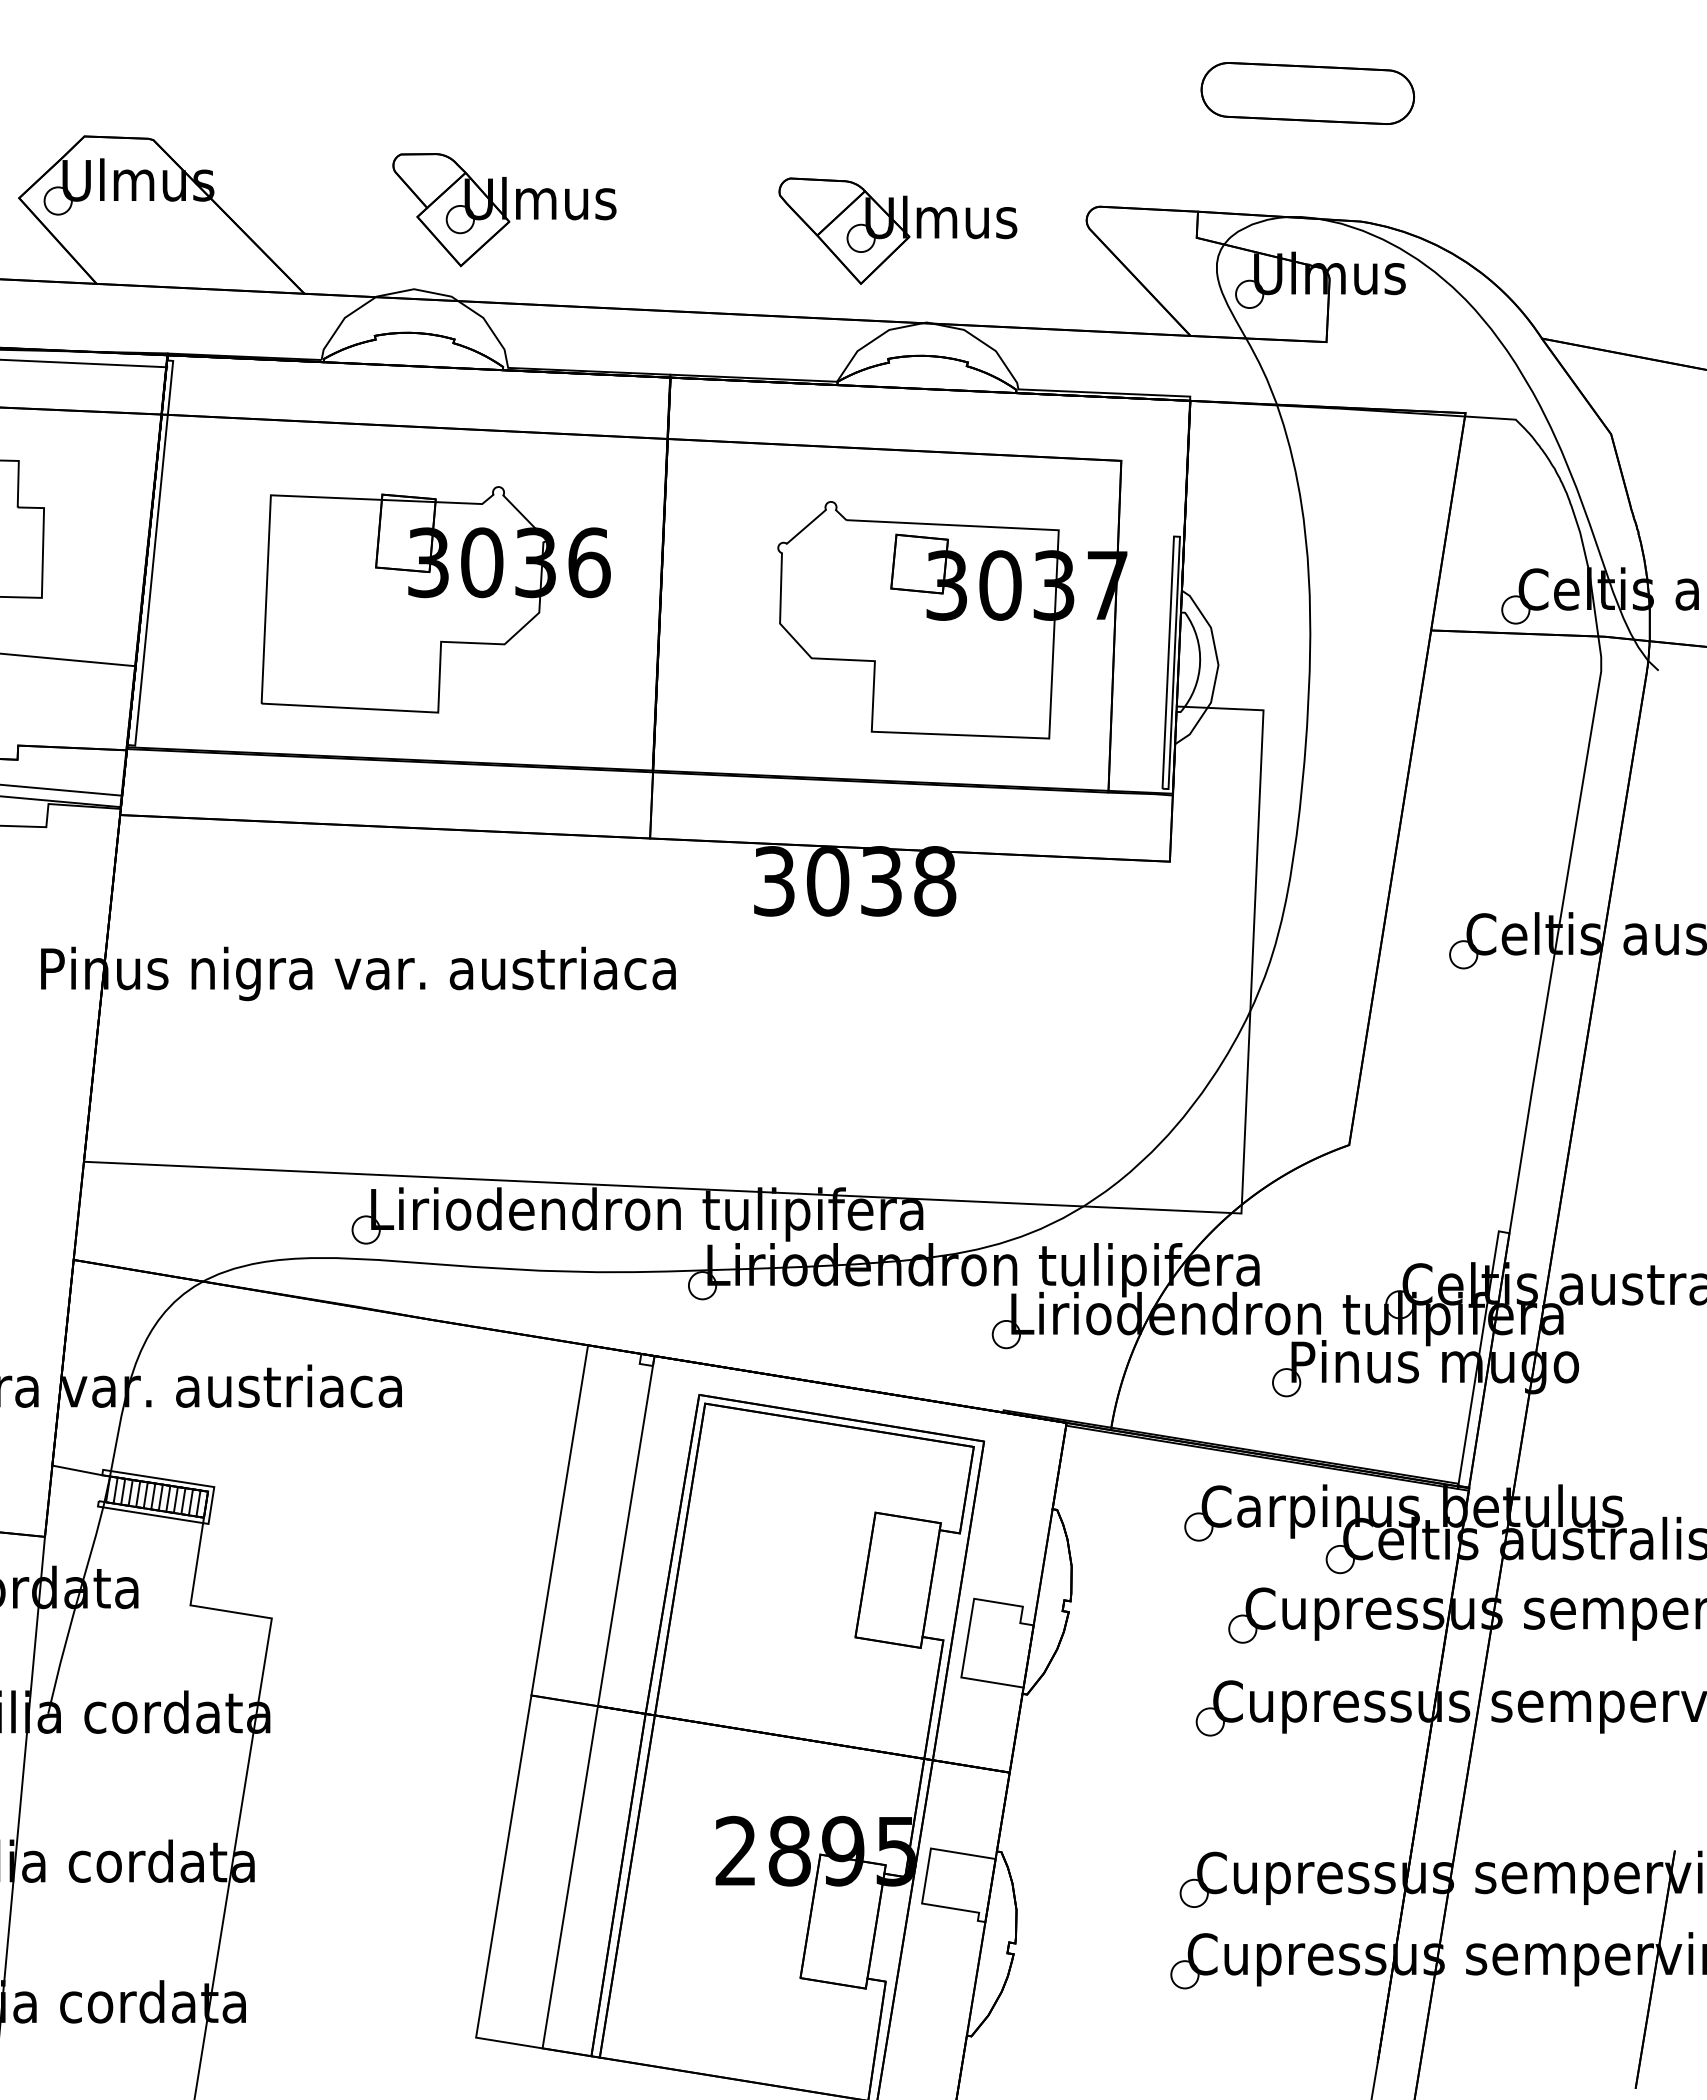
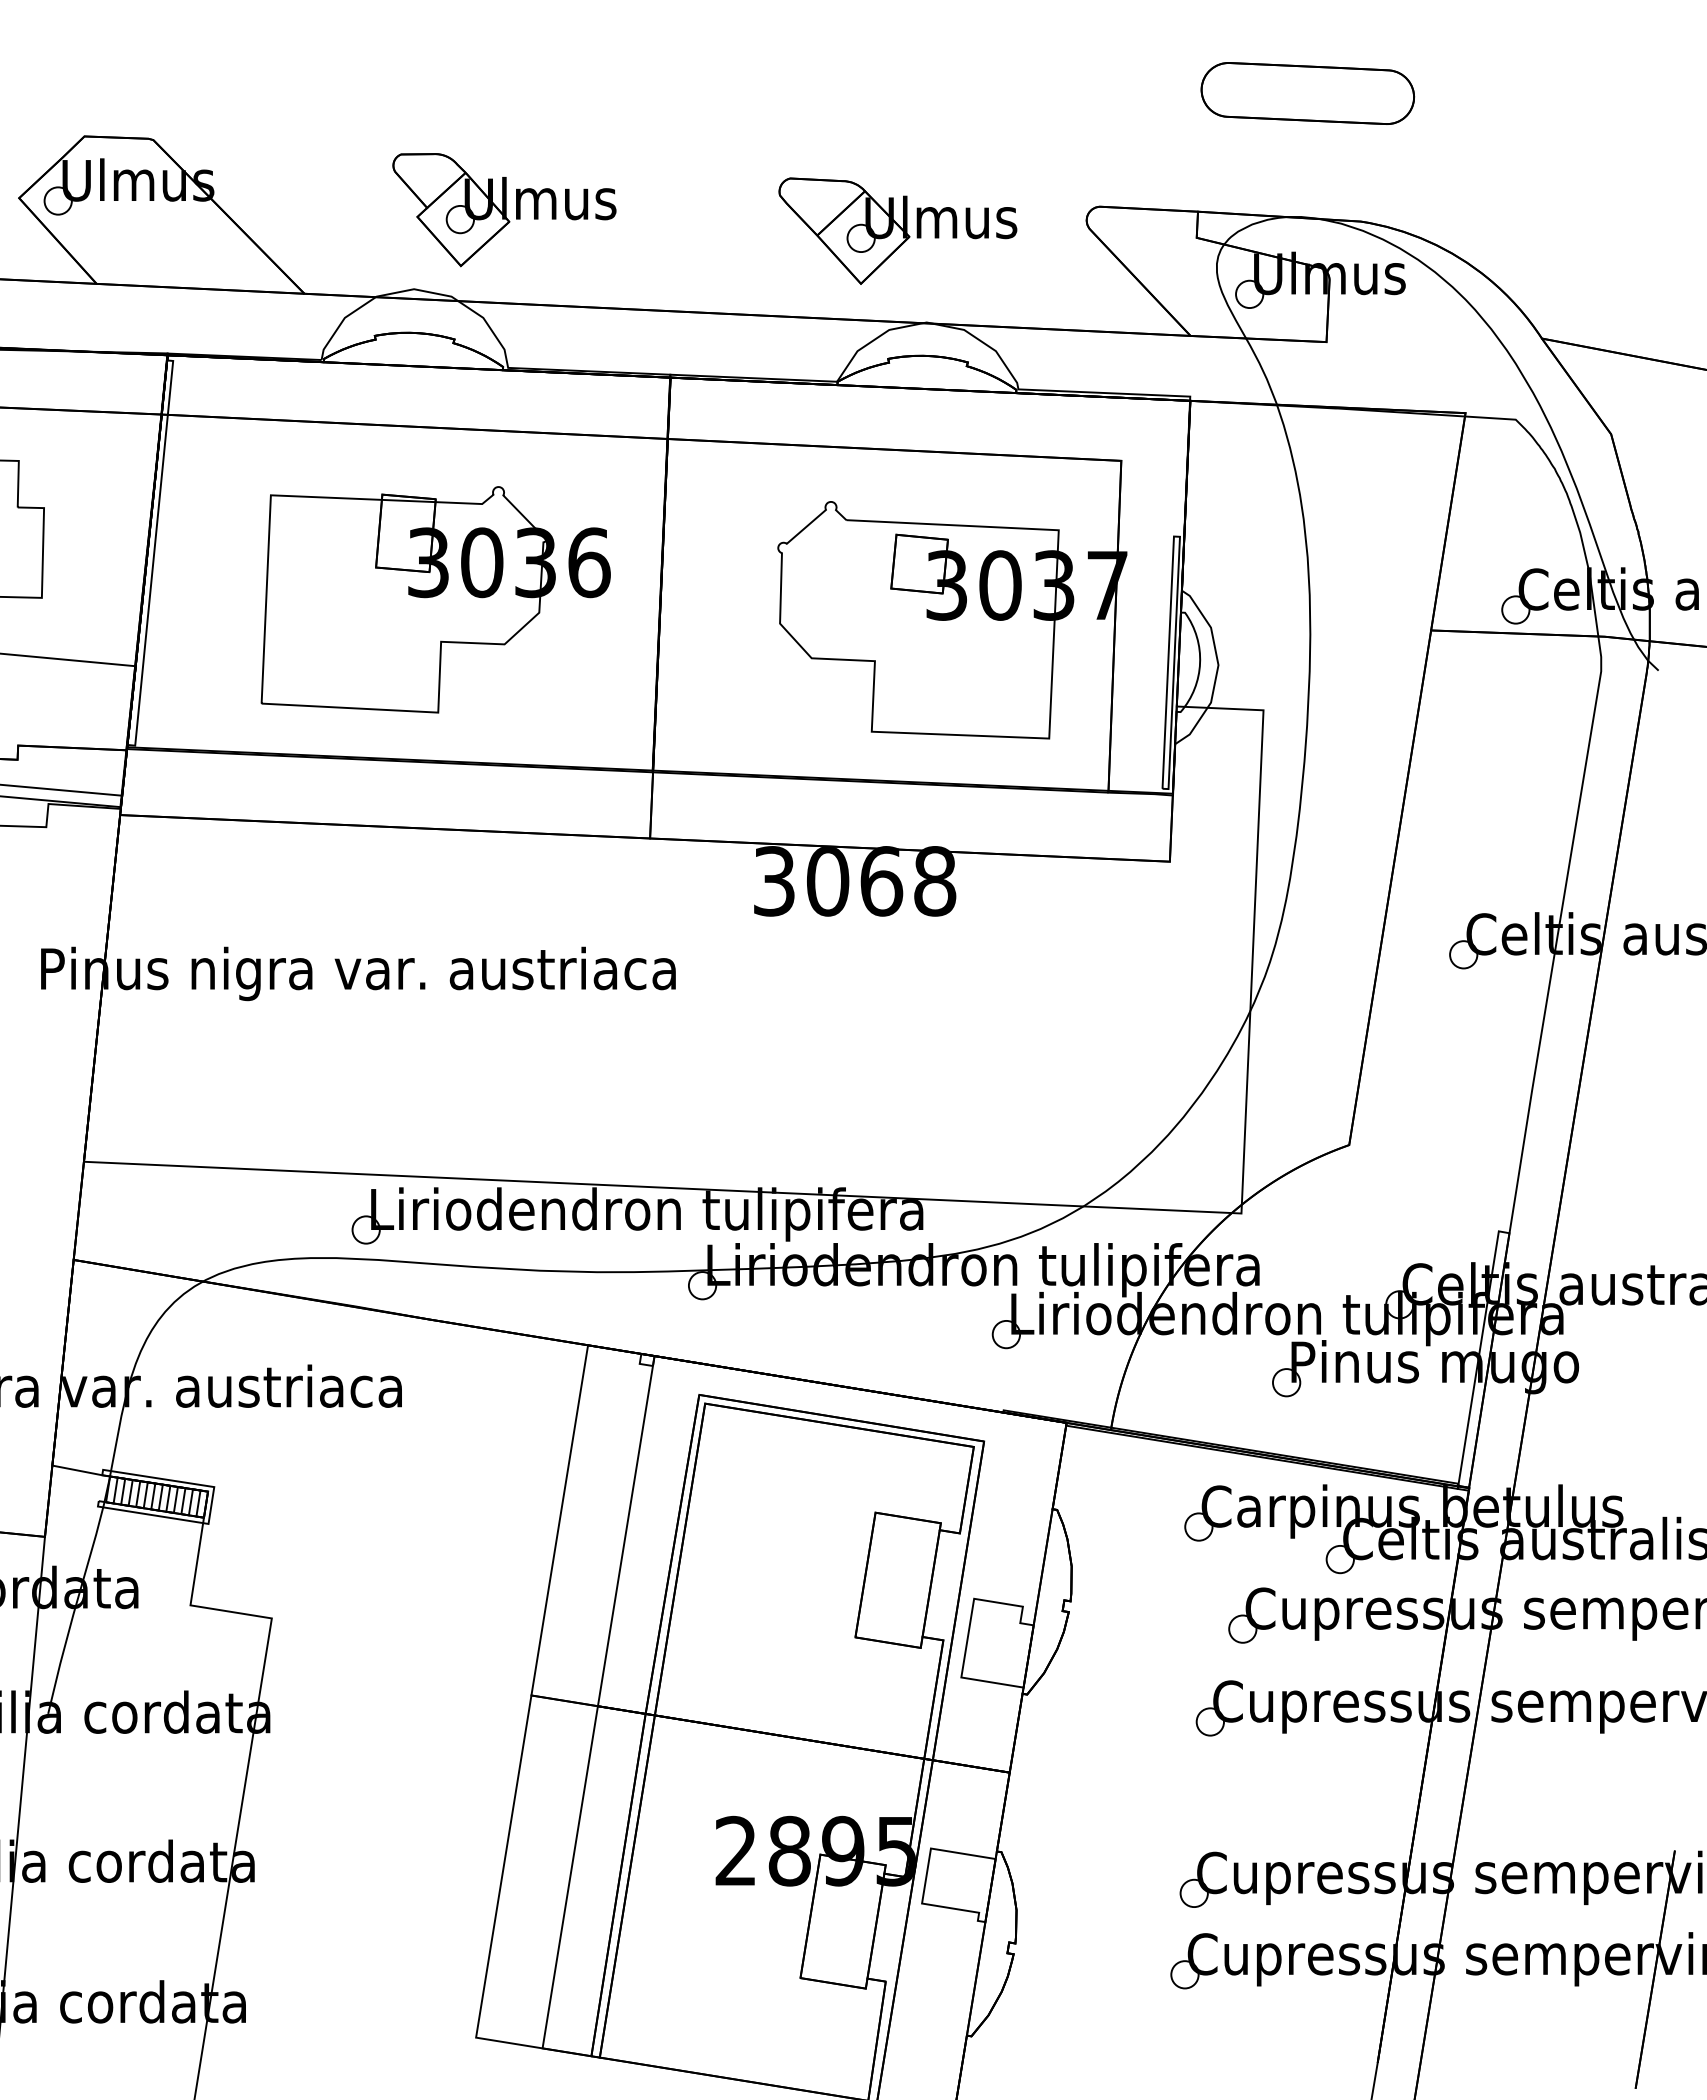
line at (84, 363): present -> none
text at (881, 881): 3038 -> 3068
